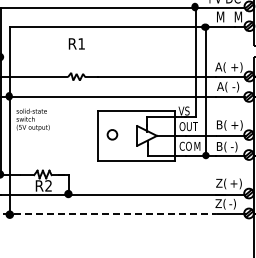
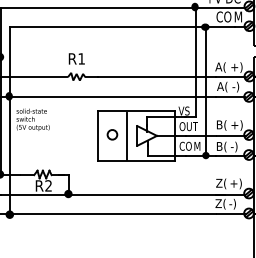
text at (223, 16): M -> CO
text at (76, 43) position: (76, 43) -> (76, 58)
line at (127, 136): none -> present
line at (107, 214): dashed -> solid
